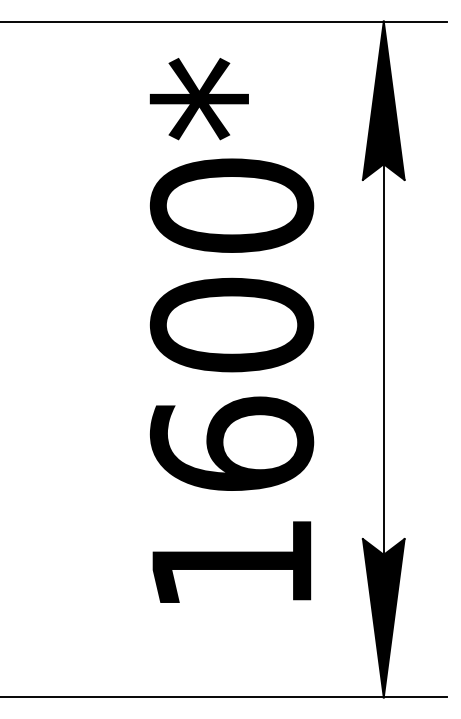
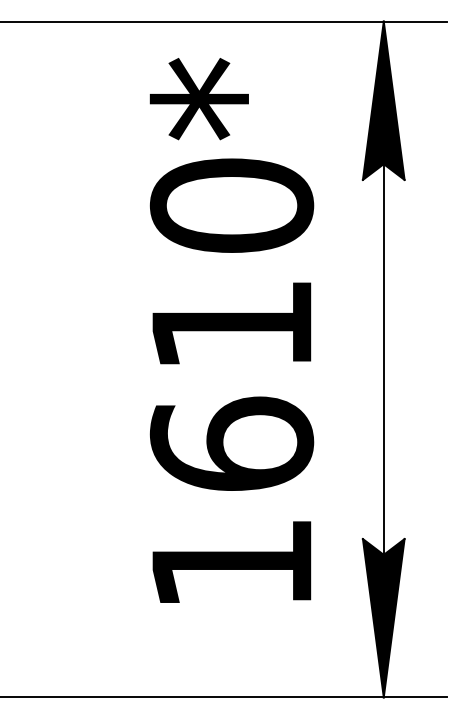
text at (231, 324): 1600* -> 1610*
